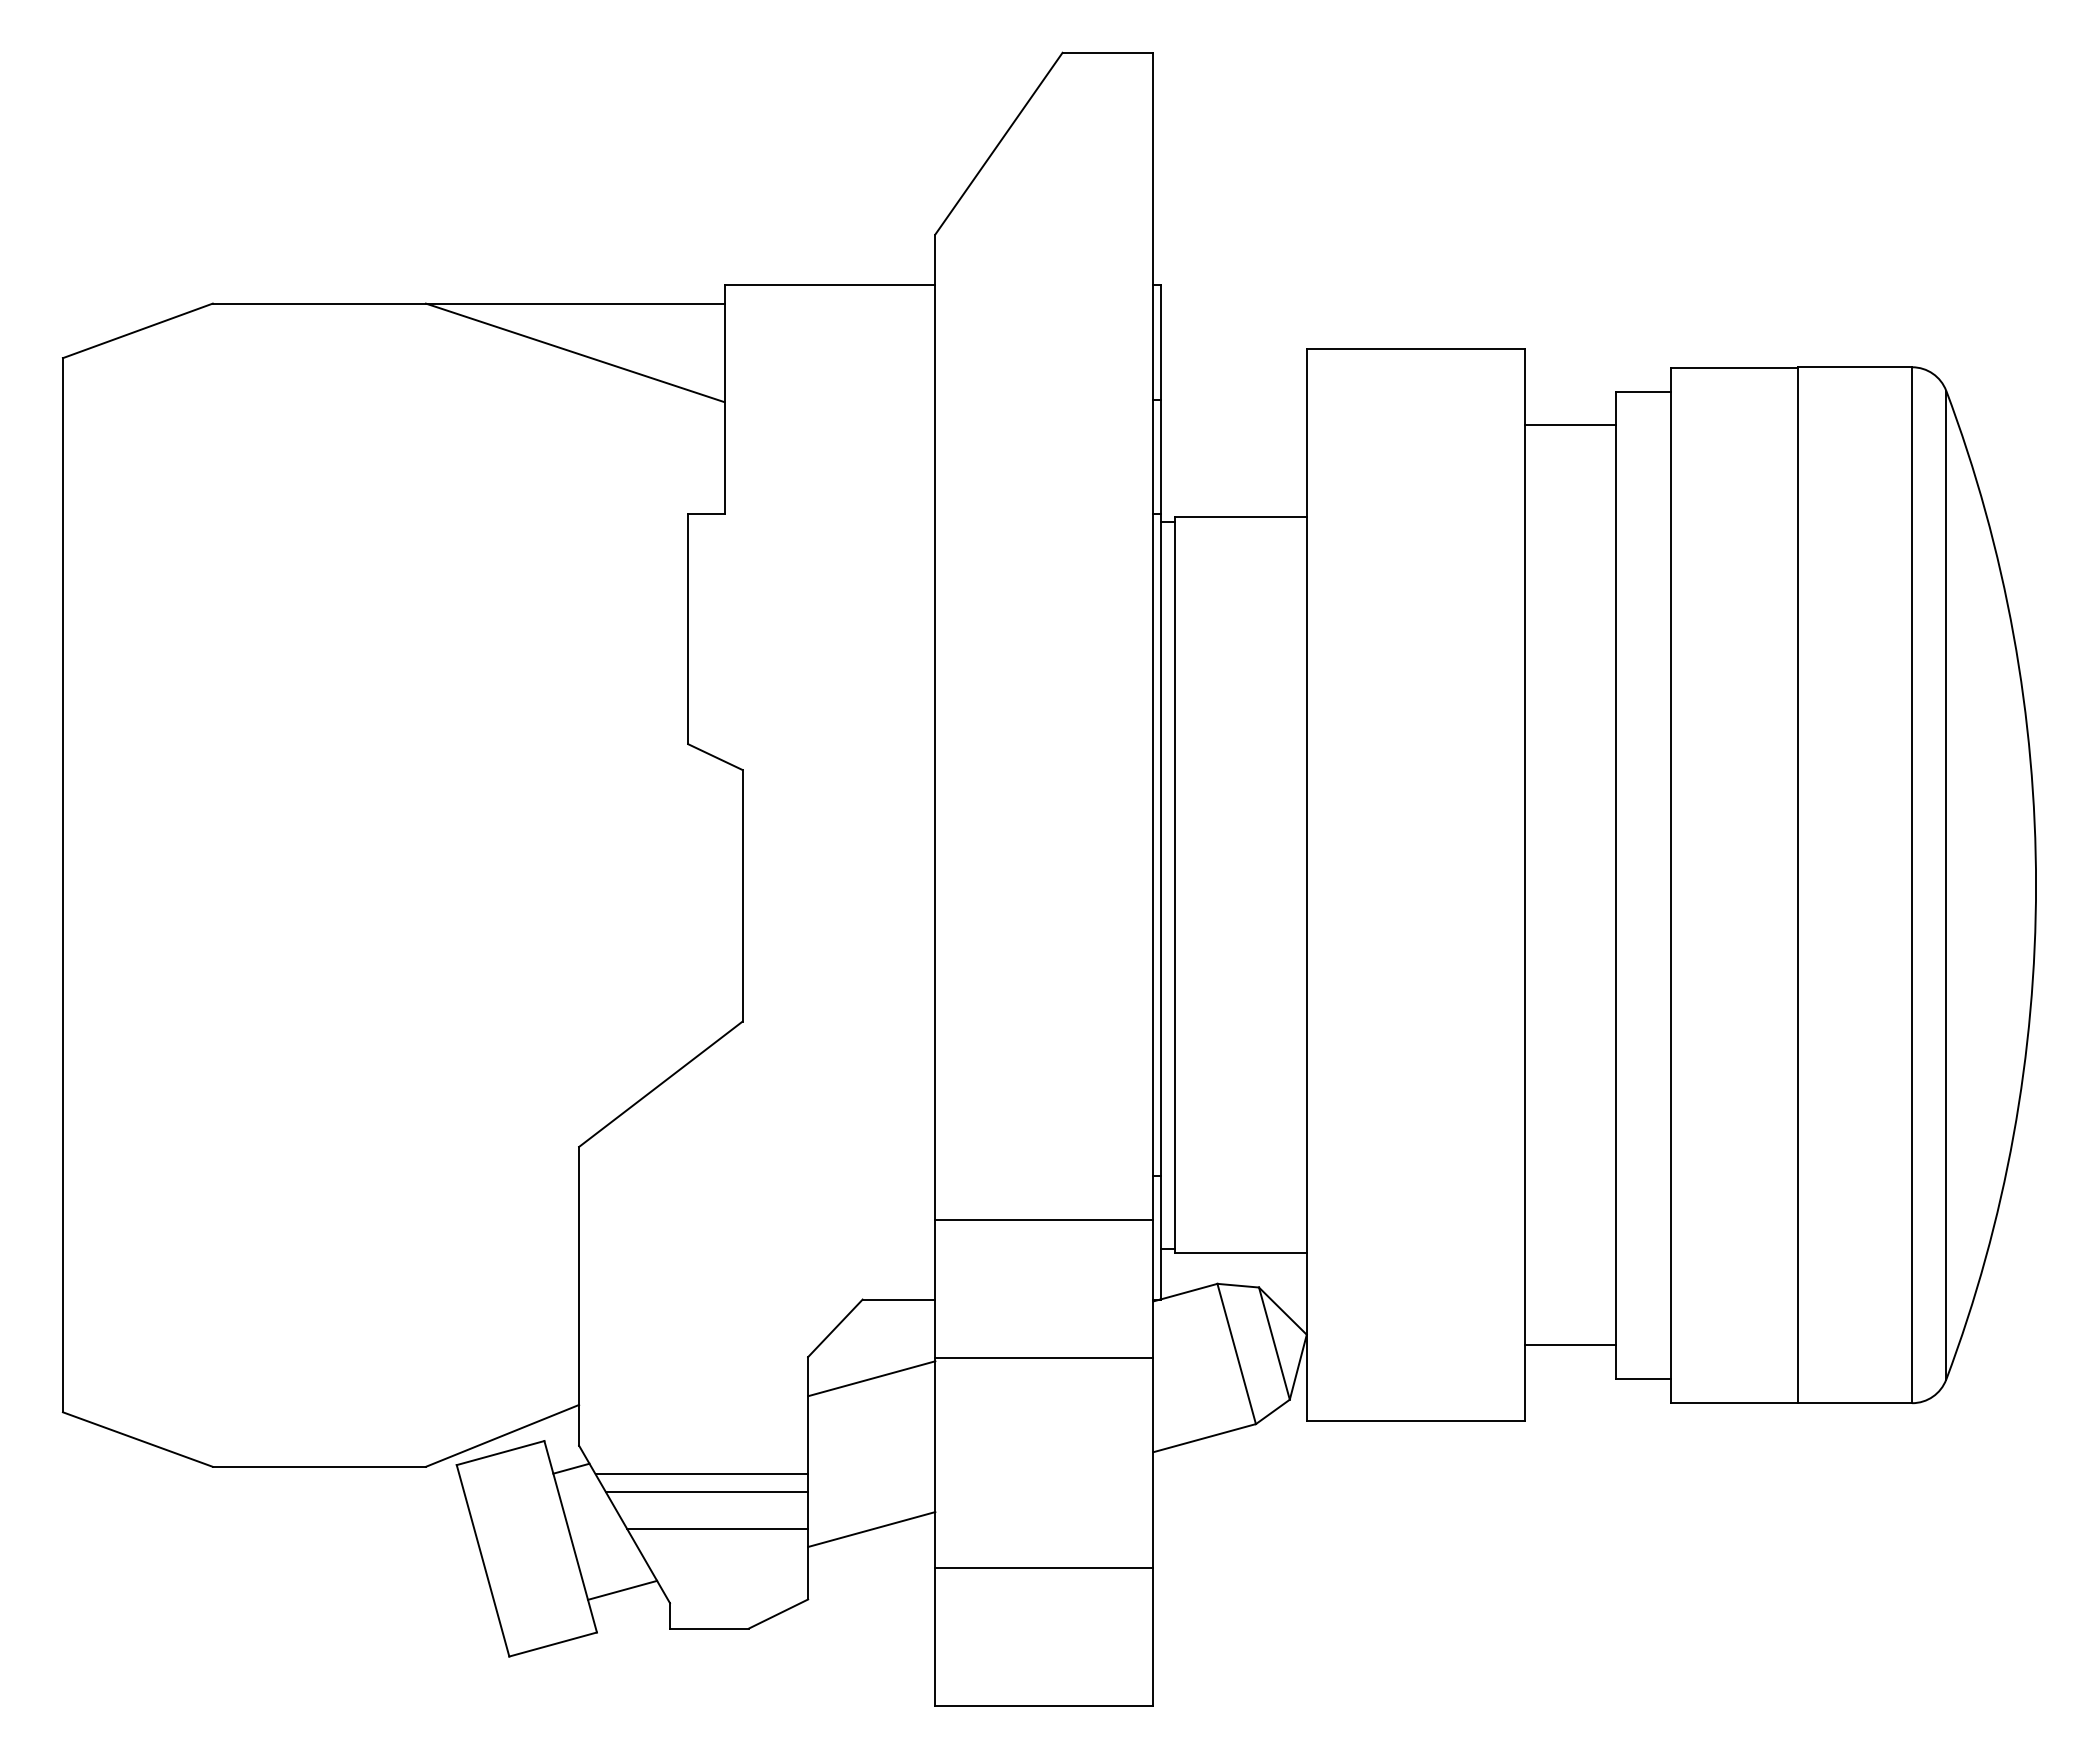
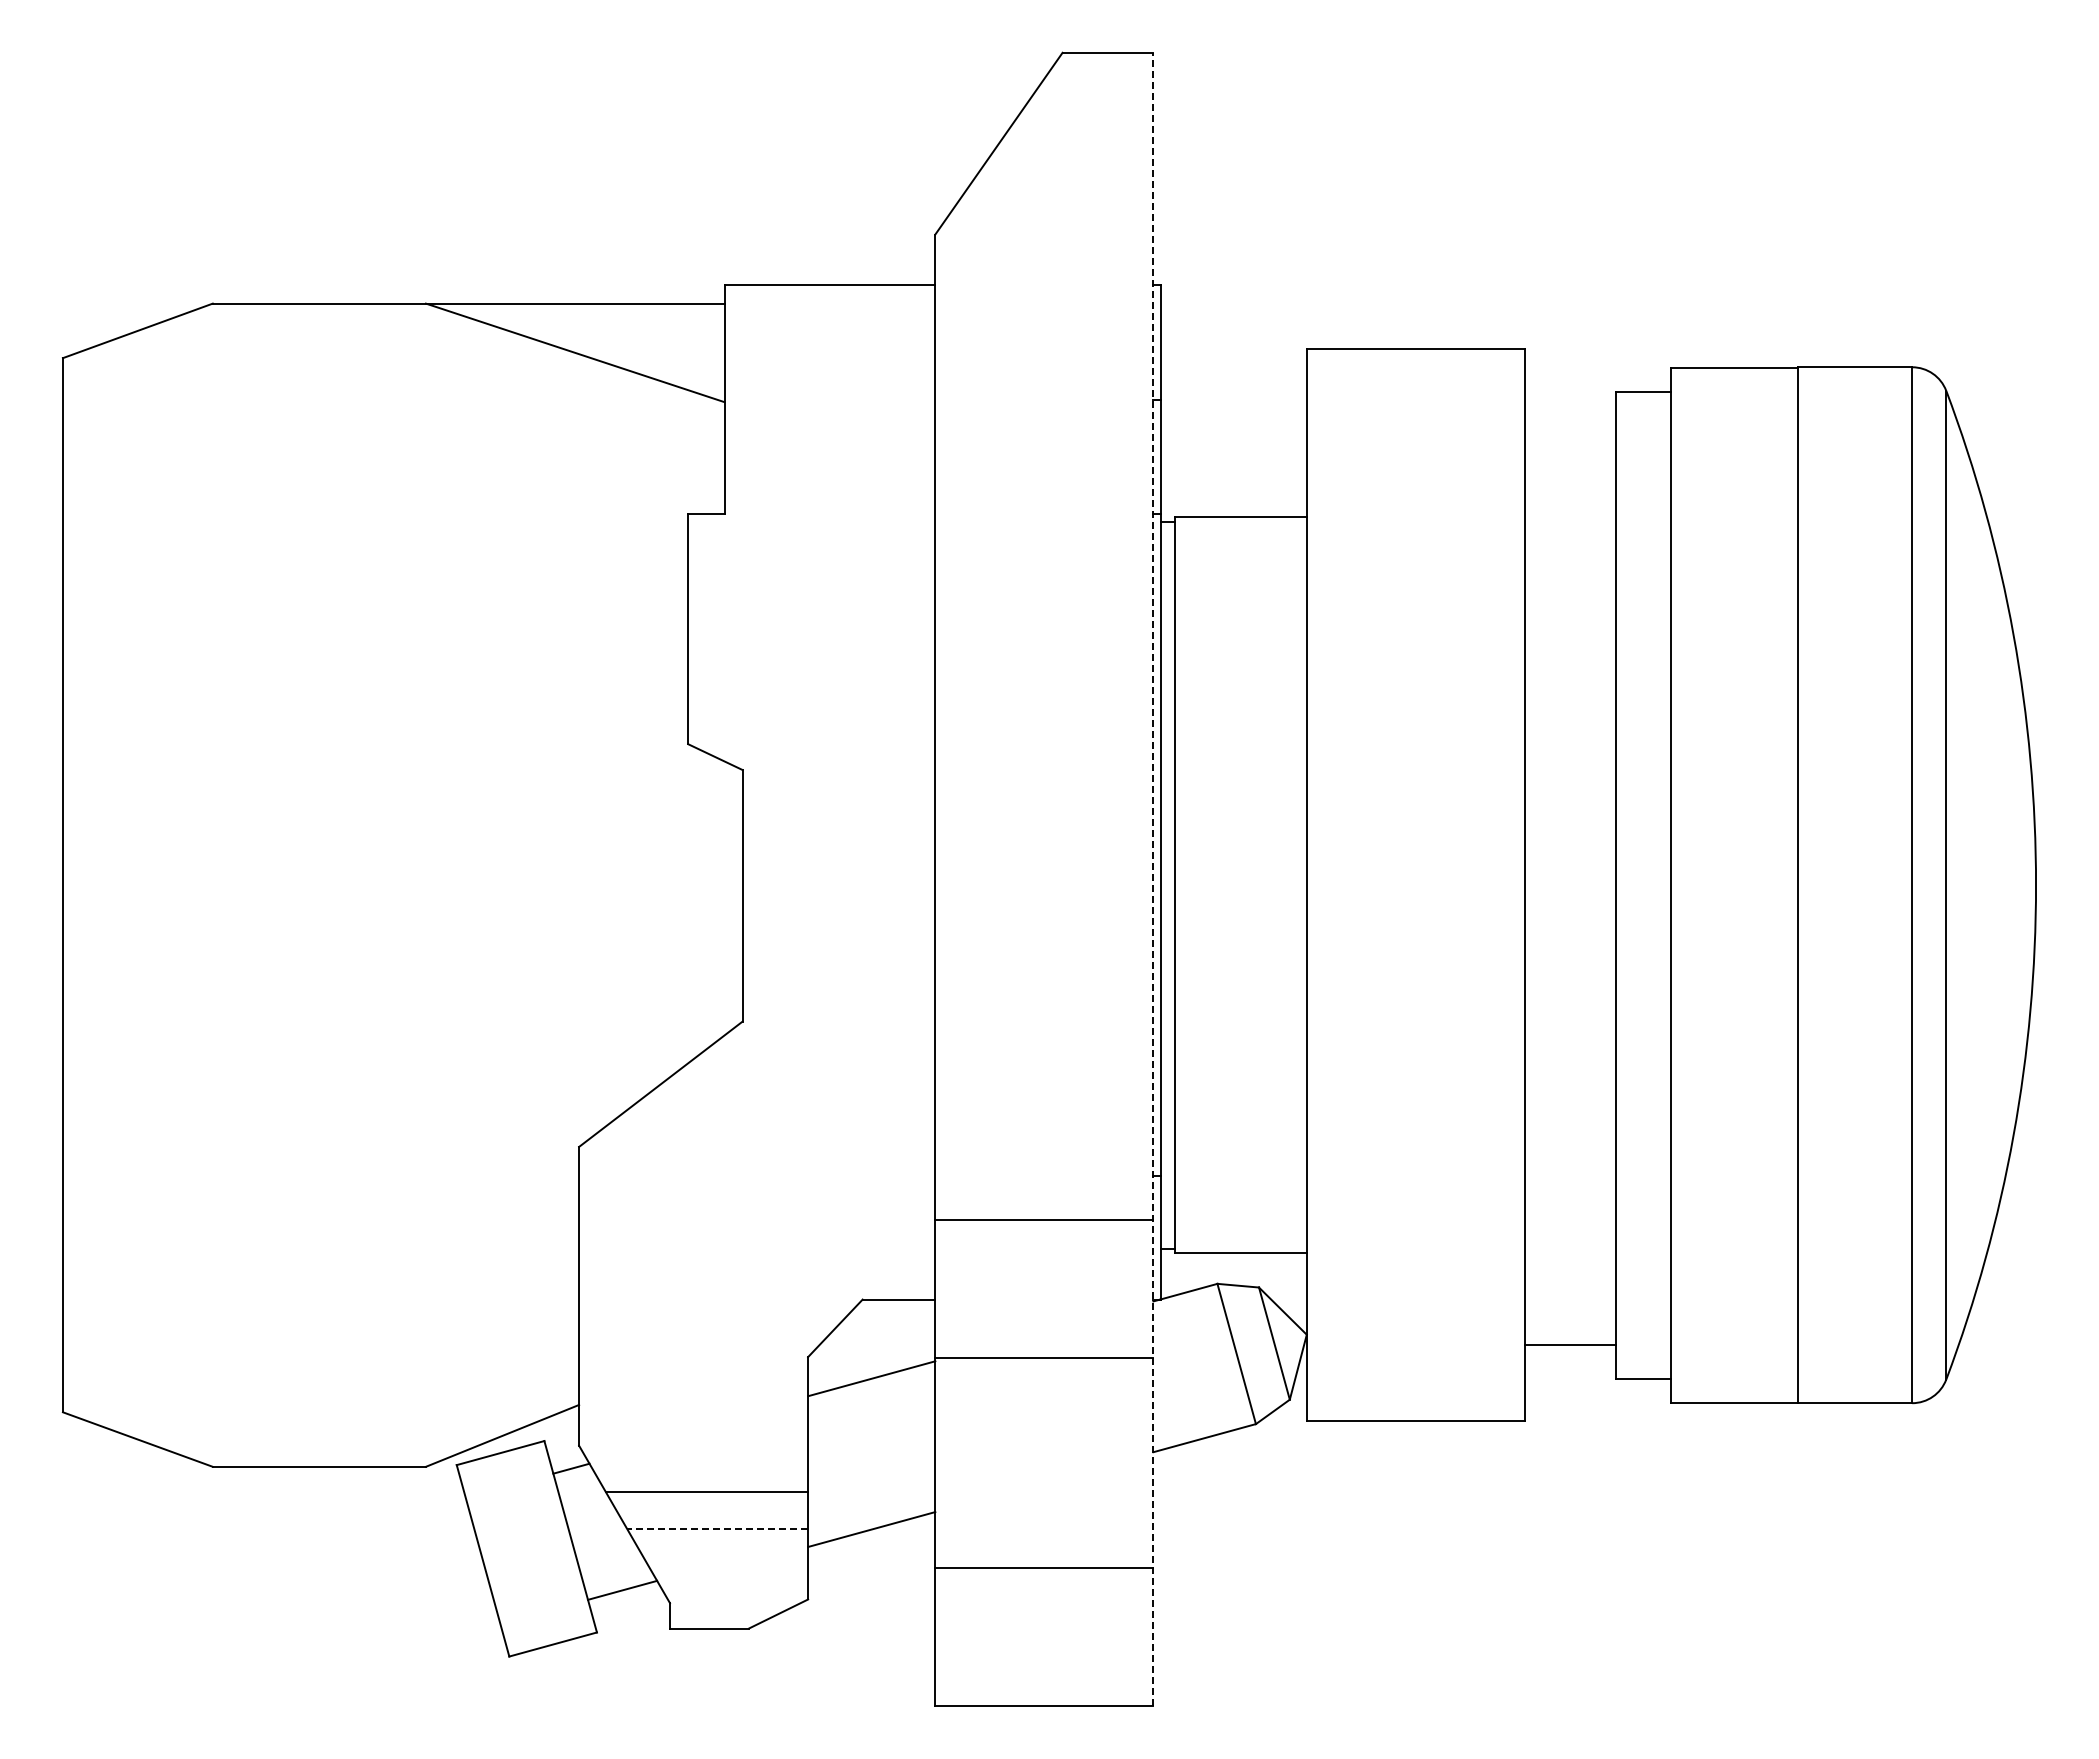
line at (1570, 425): present -> none
line at (1153, 879): solid -> dashed
line at (701, 1474): present -> none
line at (717, 1528): solid -> dashed
